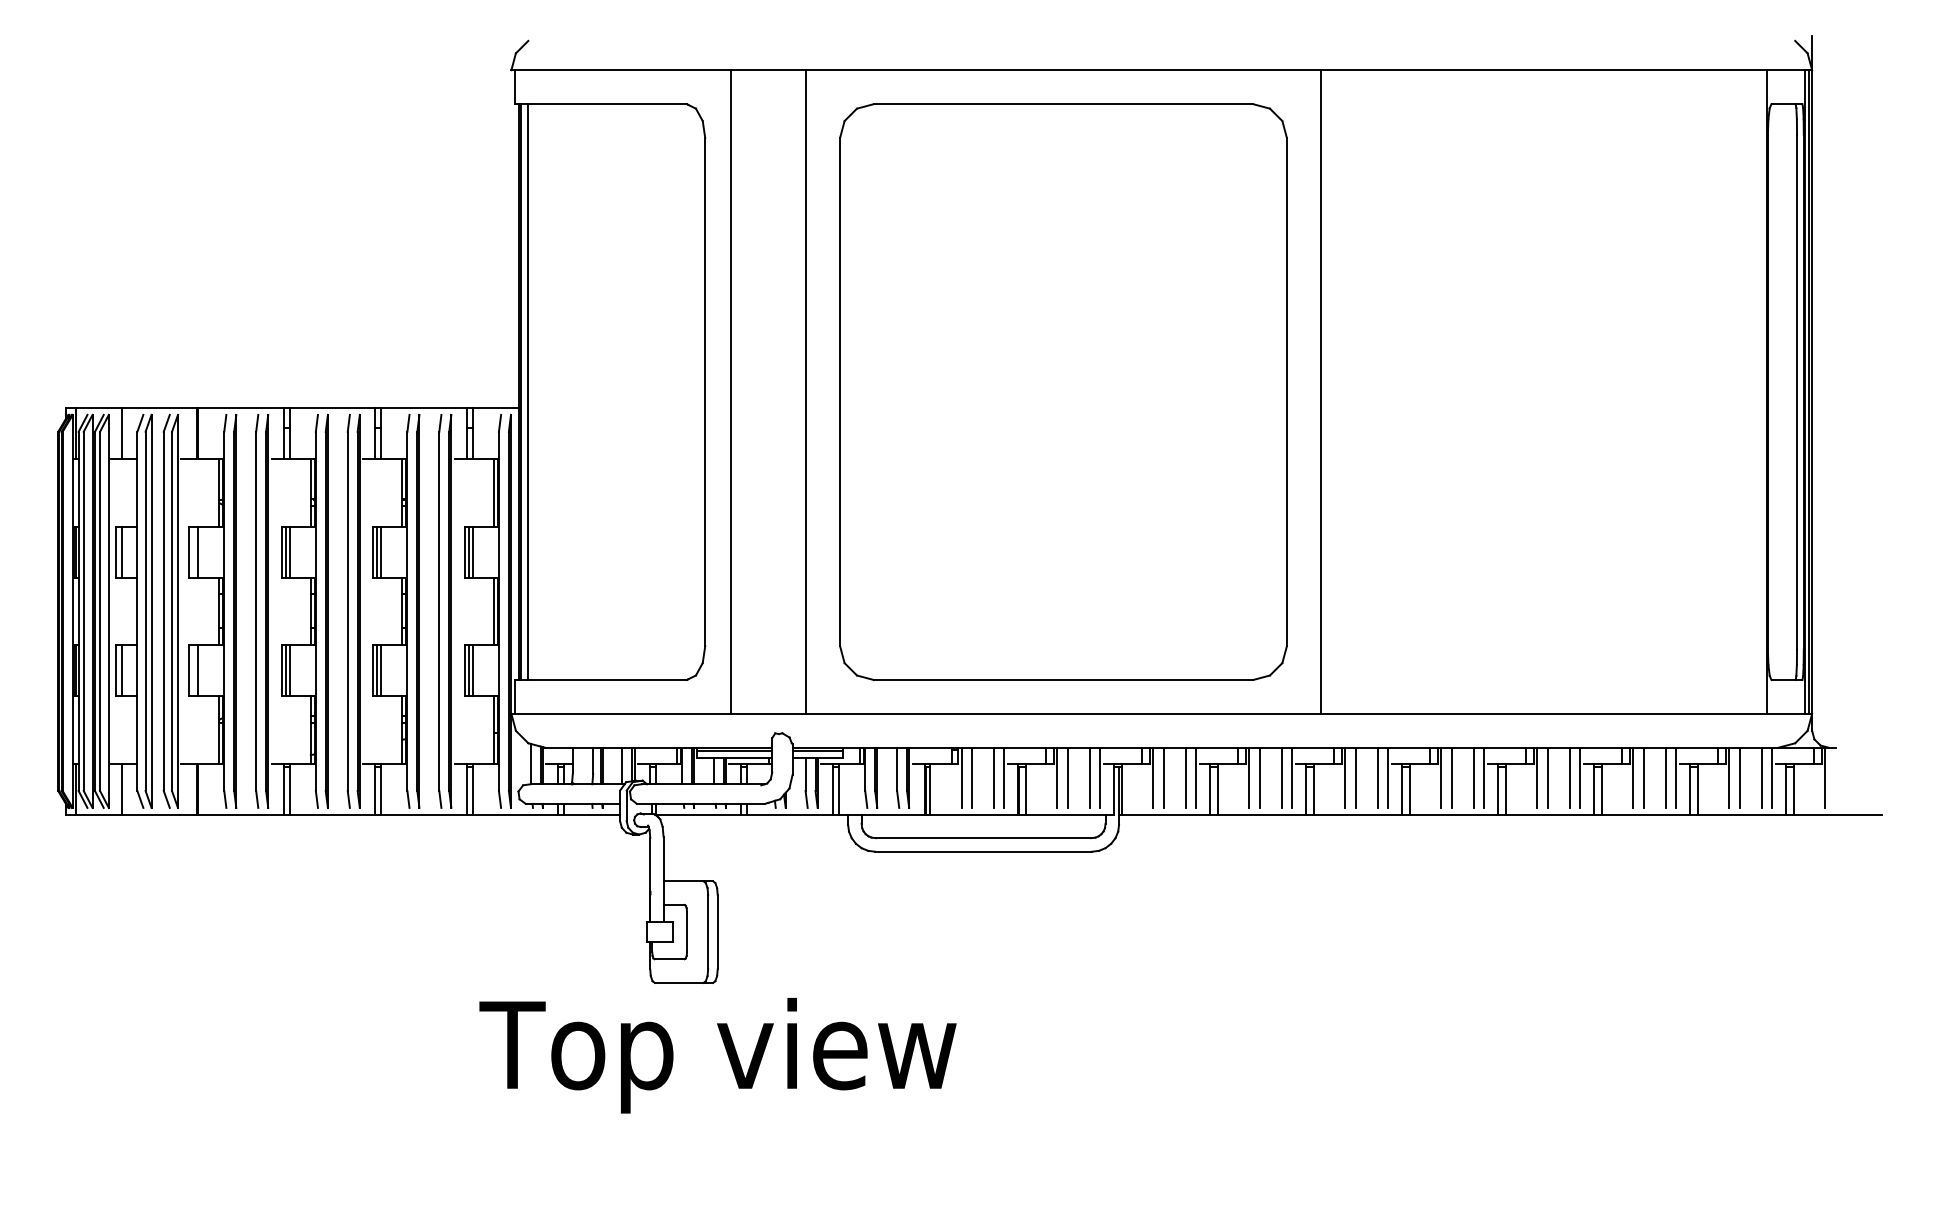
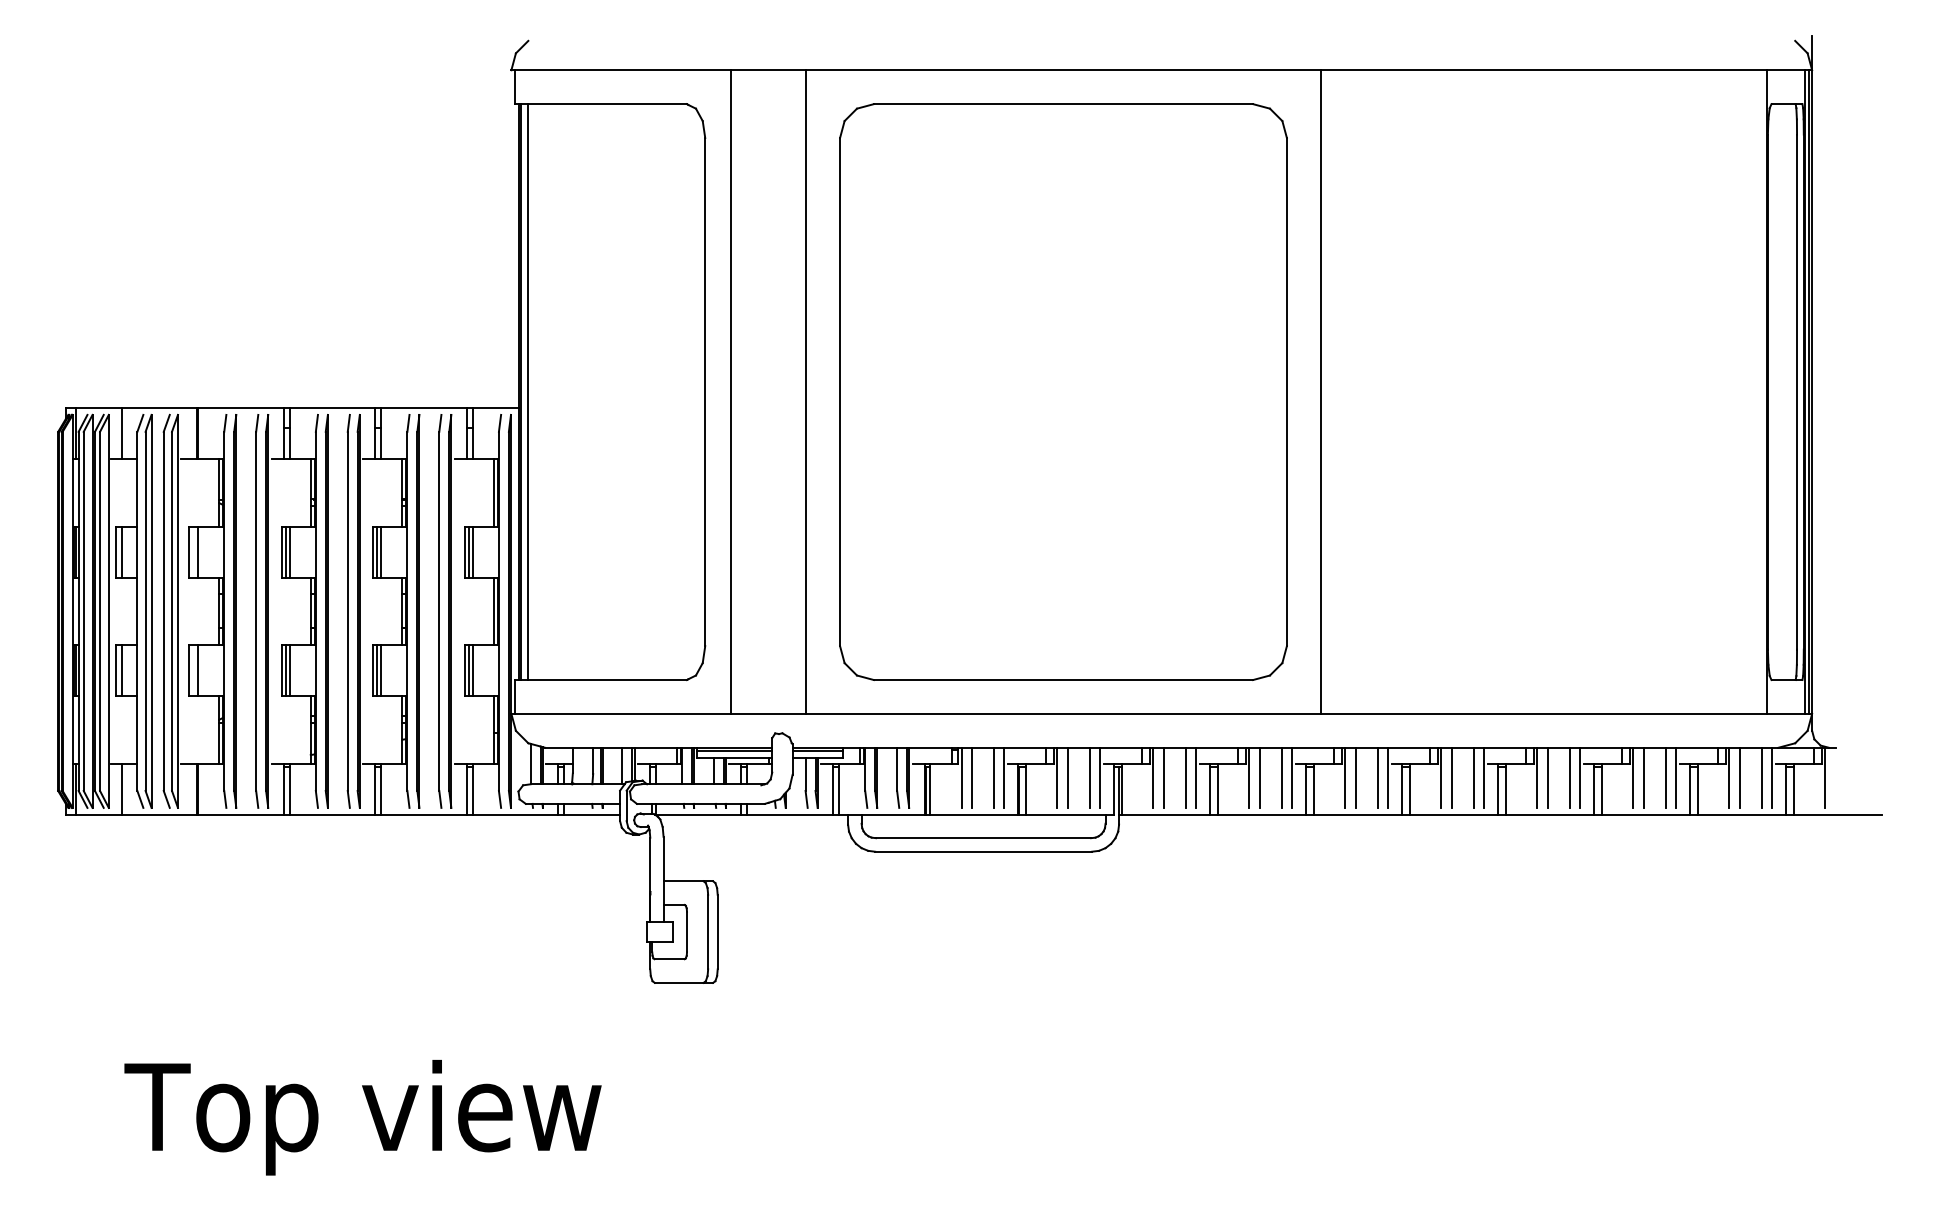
text at (717, 1055) position: (717, 1055) -> (362, 1117)
